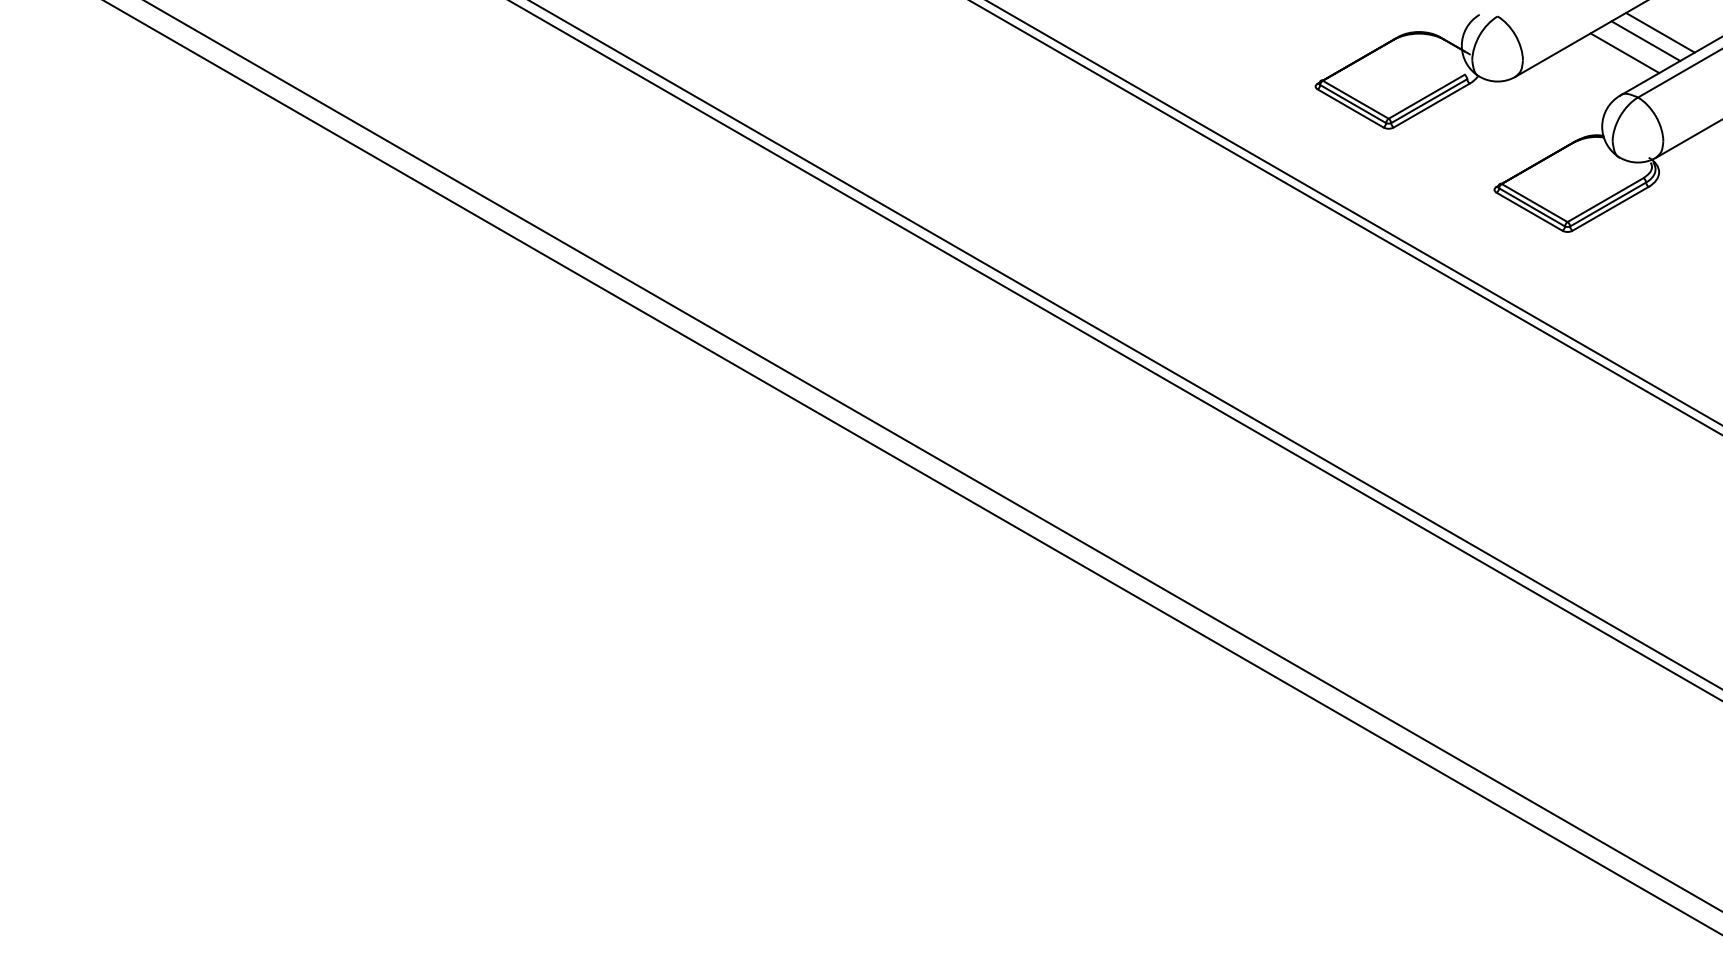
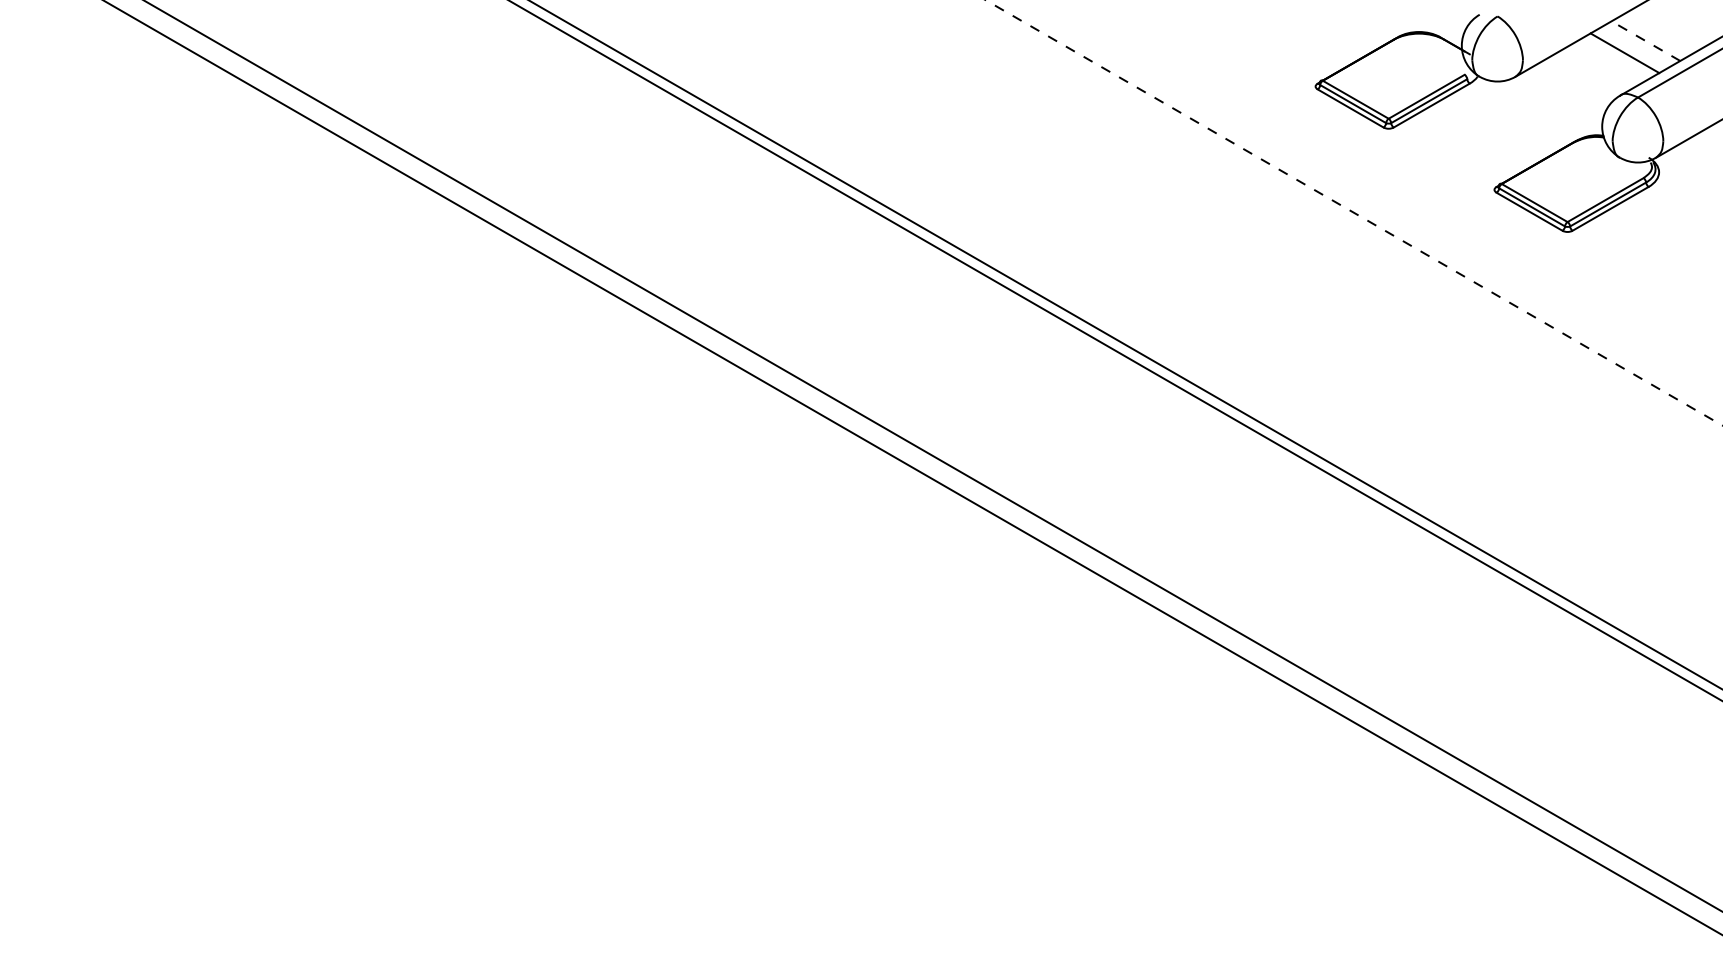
line at (1660, 32): present -> none
line at (1645, 41): solid -> dashed
line at (1354, 212): solid -> dashed
line at (1345, 217): present -> none
